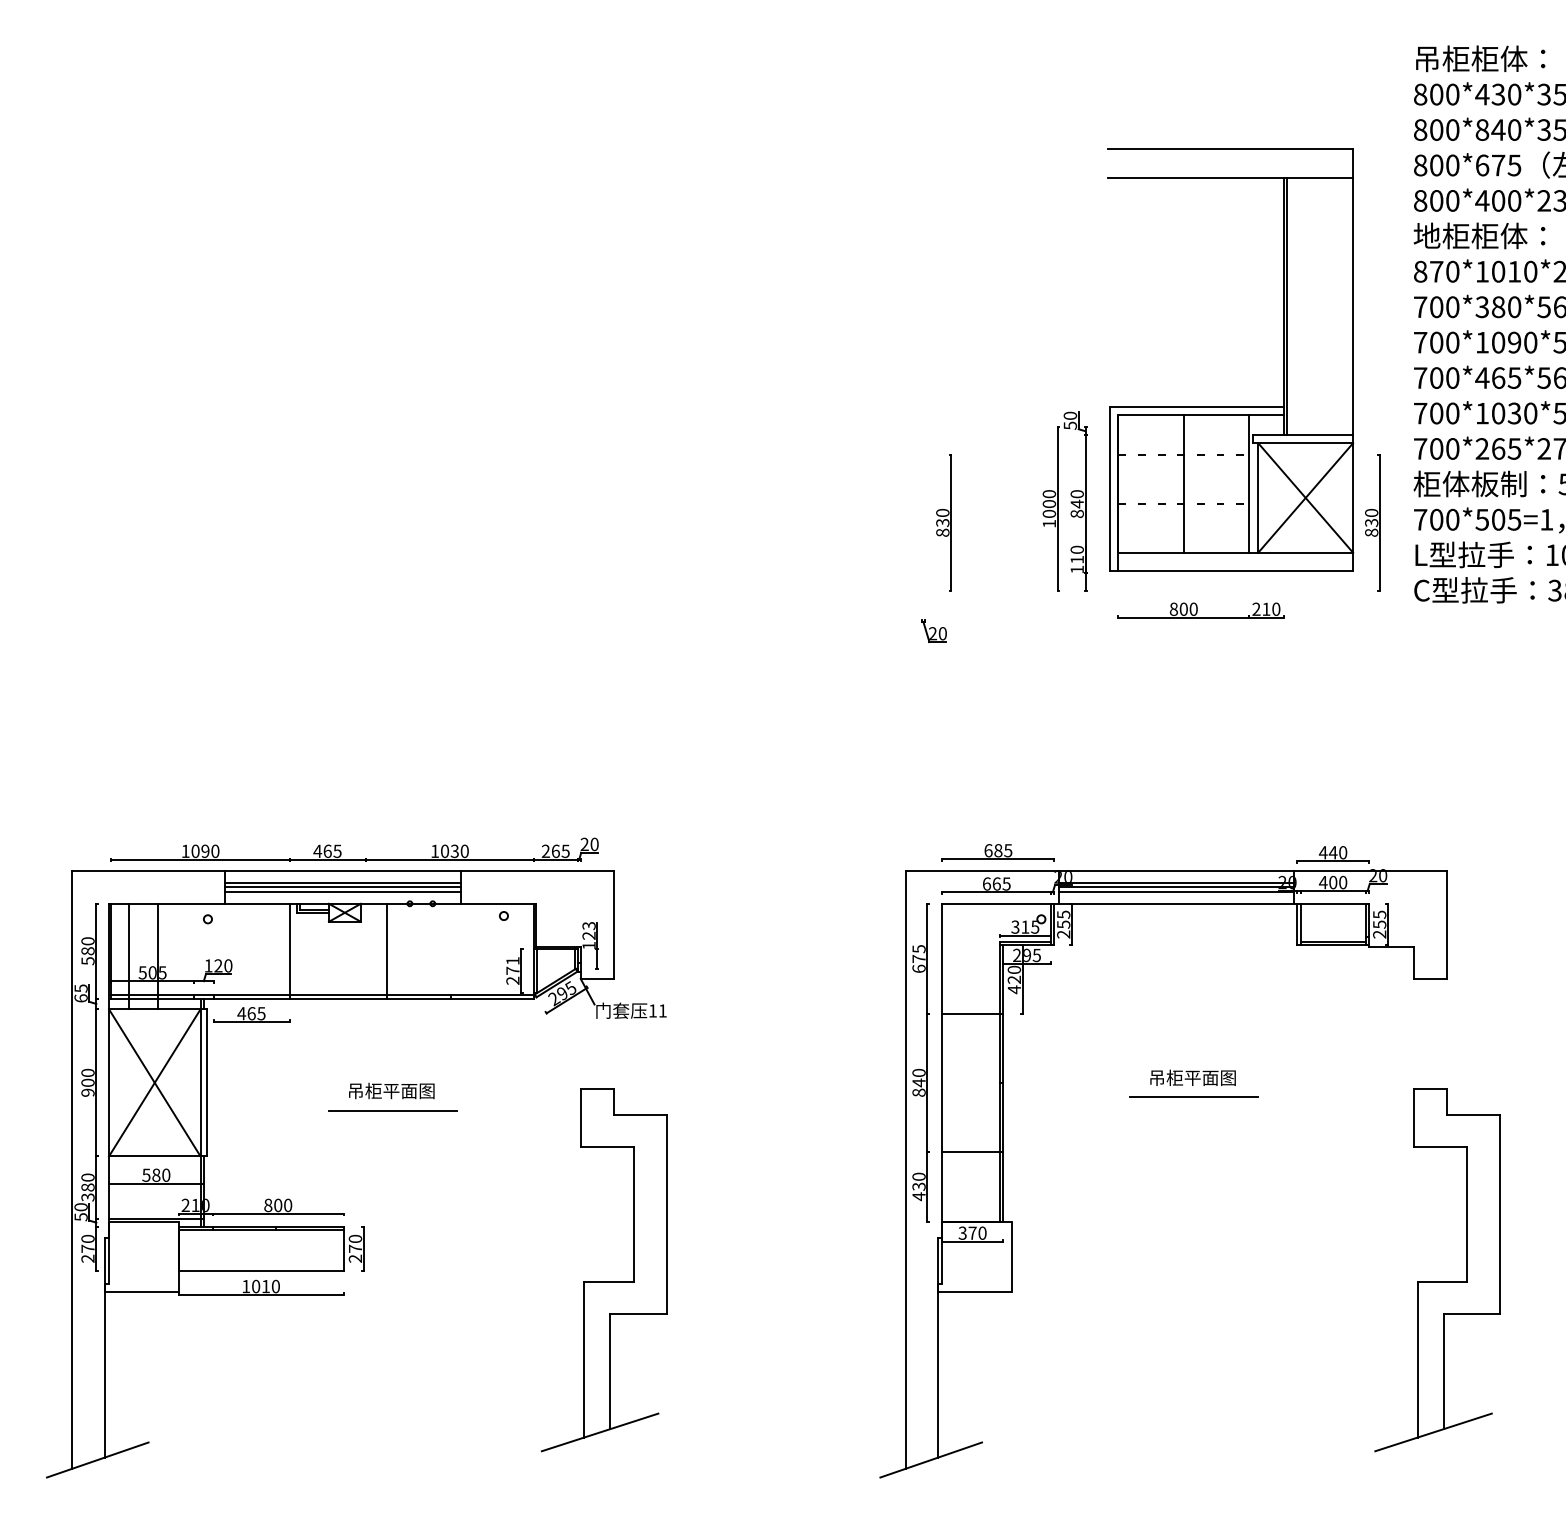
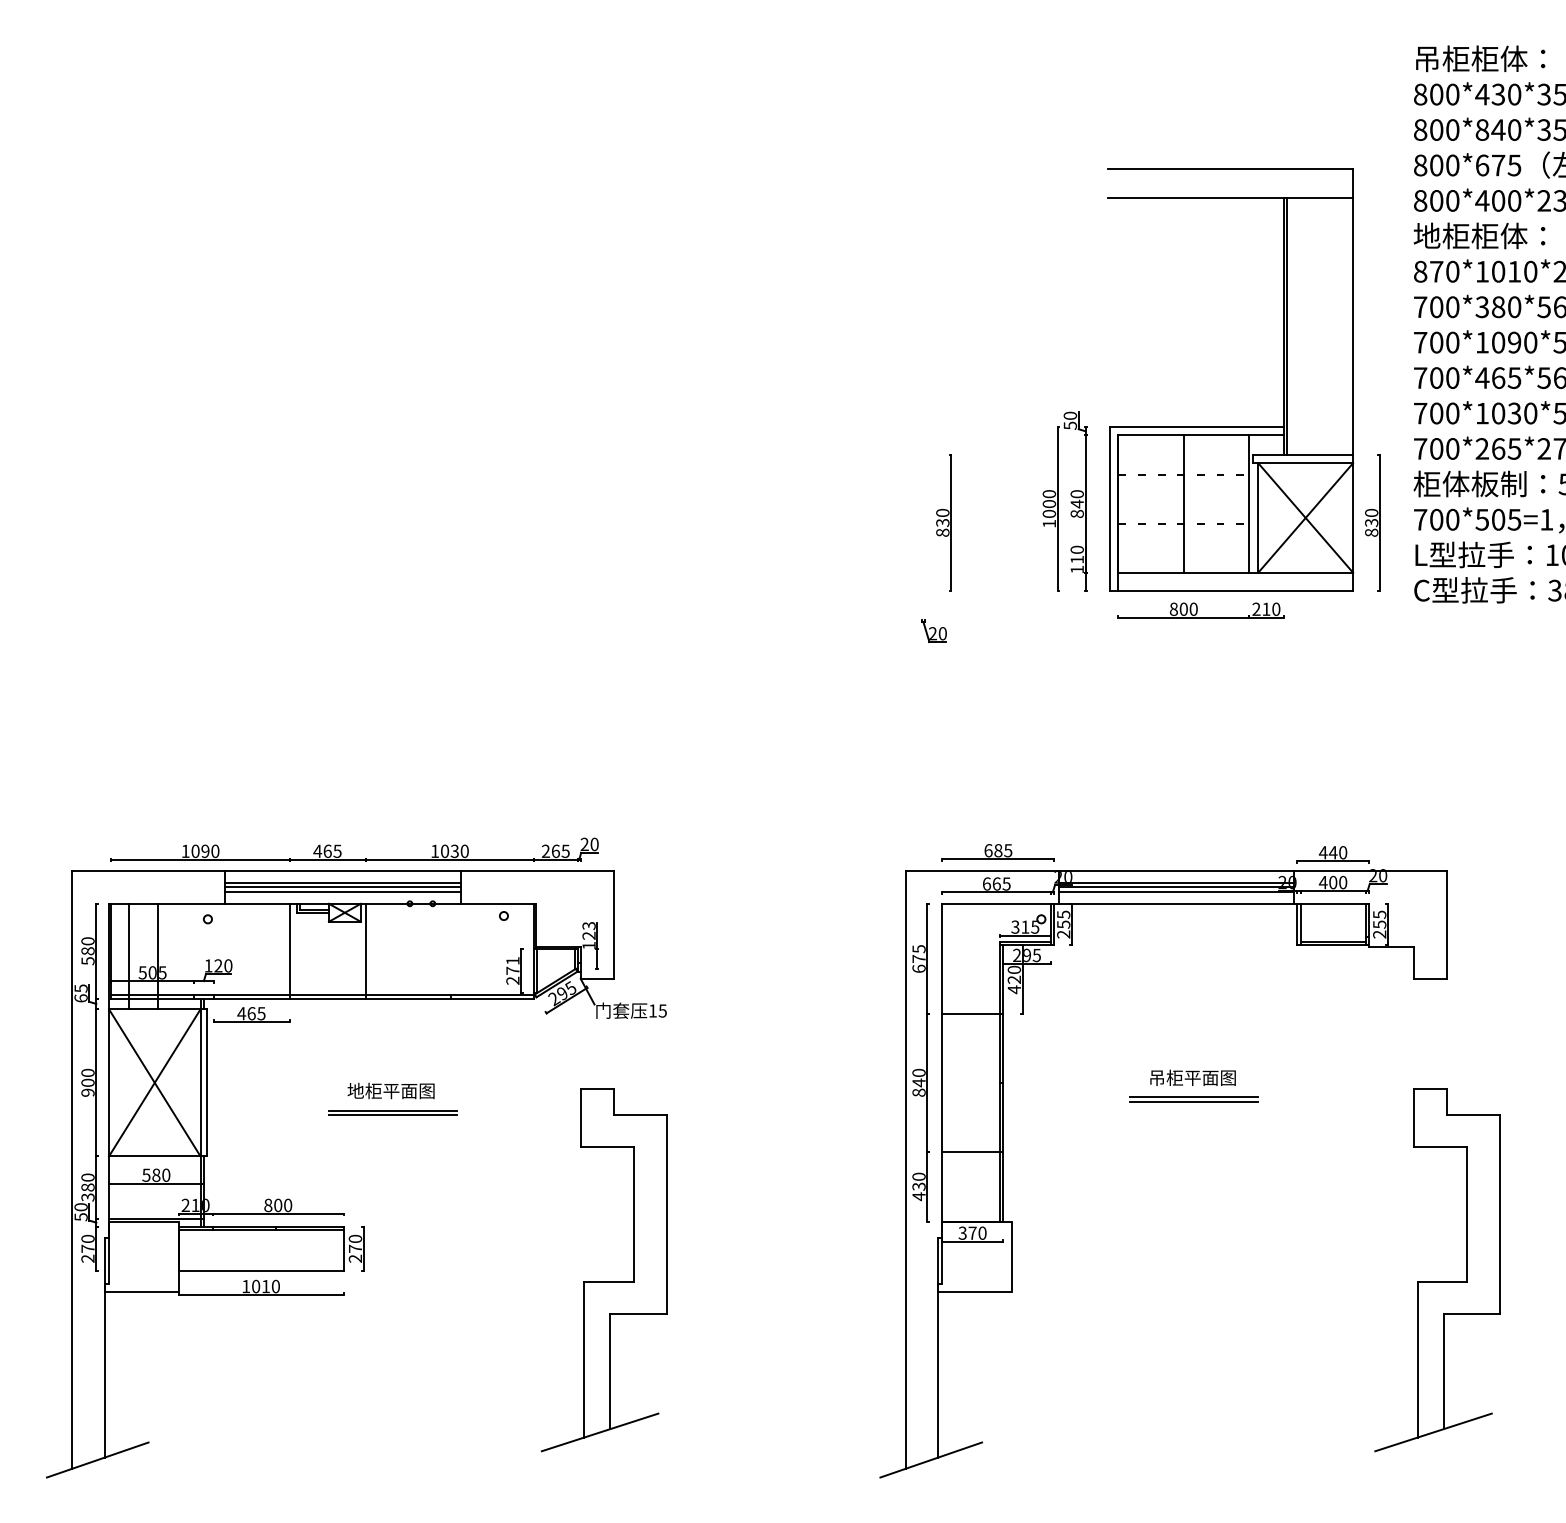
part at (1230, 406) position: (1230, 406) -> (1230, 426)
line at (386, 950) position: (386, 950) -> (365, 950)
text at (662, 1010): 11 -> 15
text at (355, 1090): 吊柜平面图 -> 地柜平面图
line at (1193, 1102): none -> present
line at (392, 1115): none -> present
